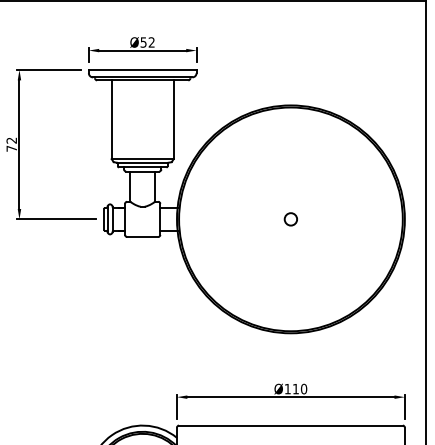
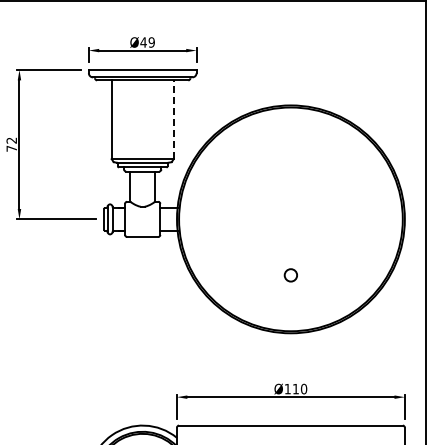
text at (147, 42): Ø52 -> Ø49
line at (173, 119): solid -> dashed
circle at (290, 219) position: (290, 219) -> (290, 275)
